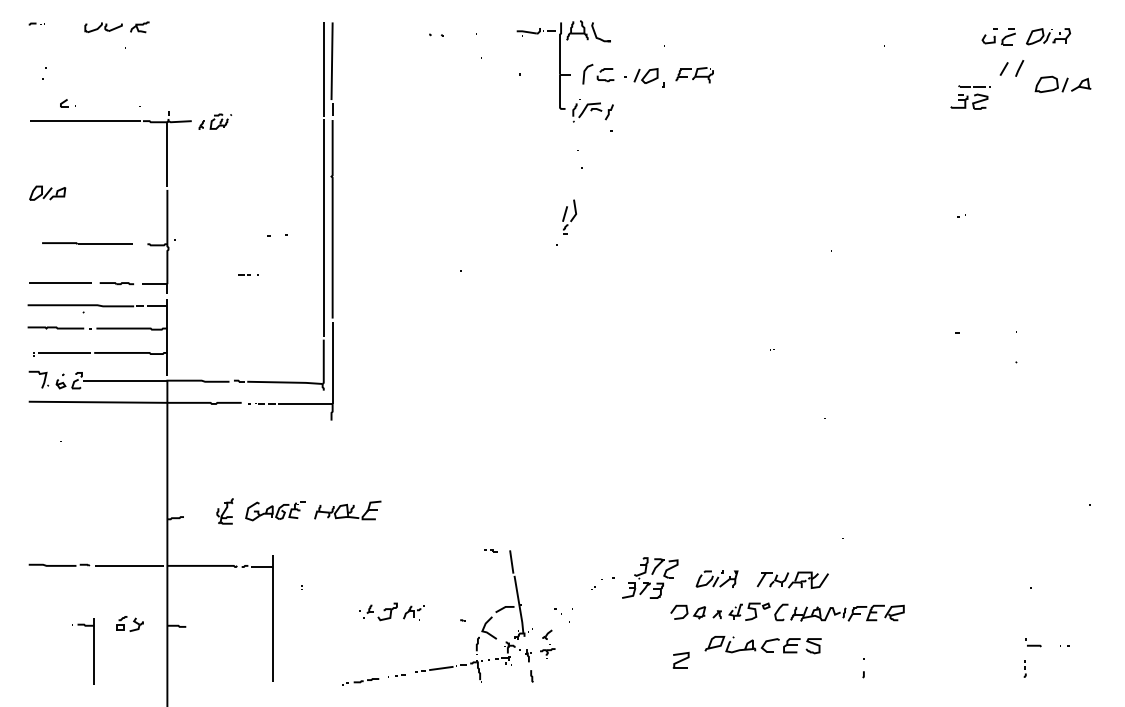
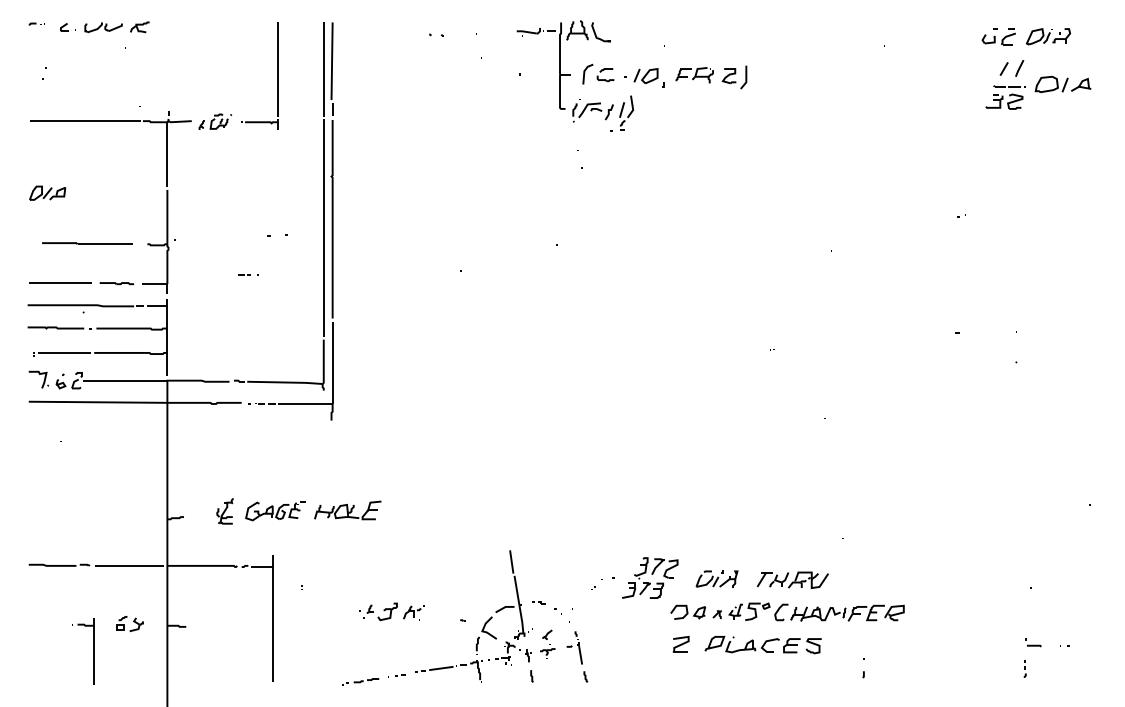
part at (277, 75): none -> present
part at (734, 77): none -> present
part at (970, 97) position: (970, 97) -> (1005, 97)
part at (67, 103) position: (67, 103) -> (67, 27)
part at (569, 216) position: (569, 216) -> (626, 112)
part at (490, 550) position: (490, 550) -> (538, 602)
part at (577, 656): none -> present
part at (680, 659) position: (680, 659) -> (680, 643)
